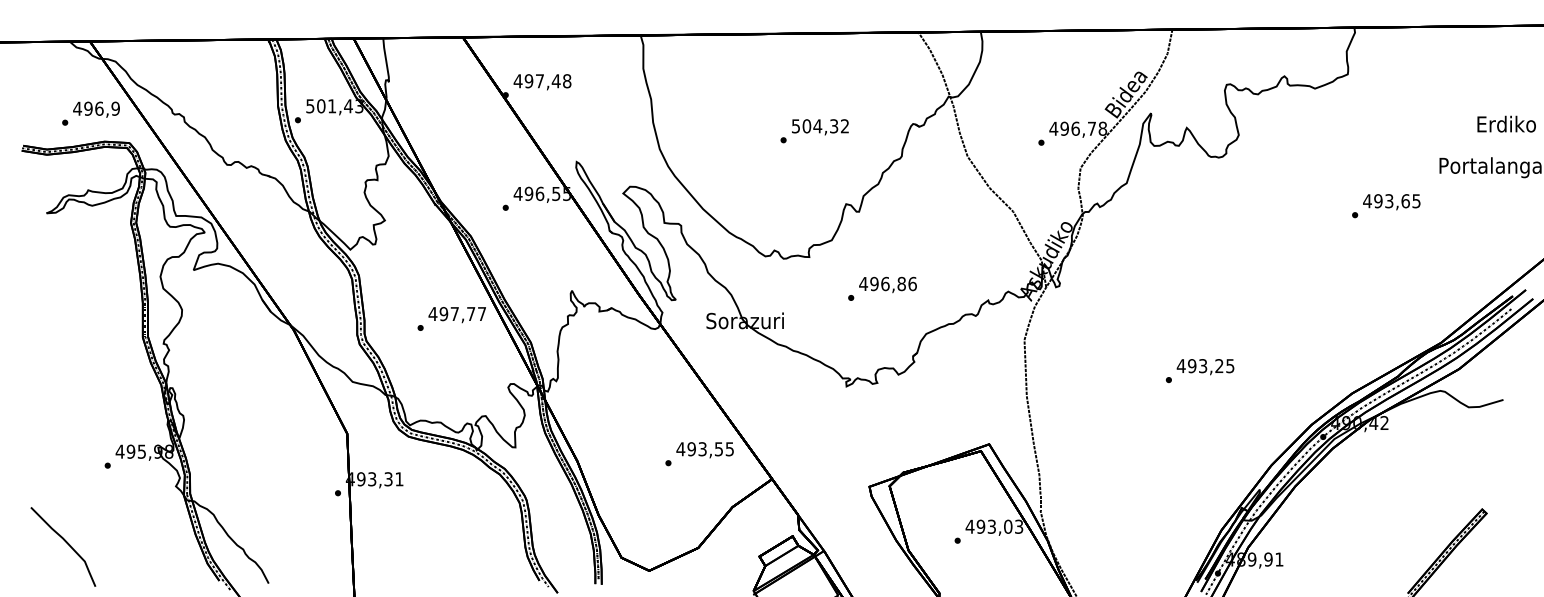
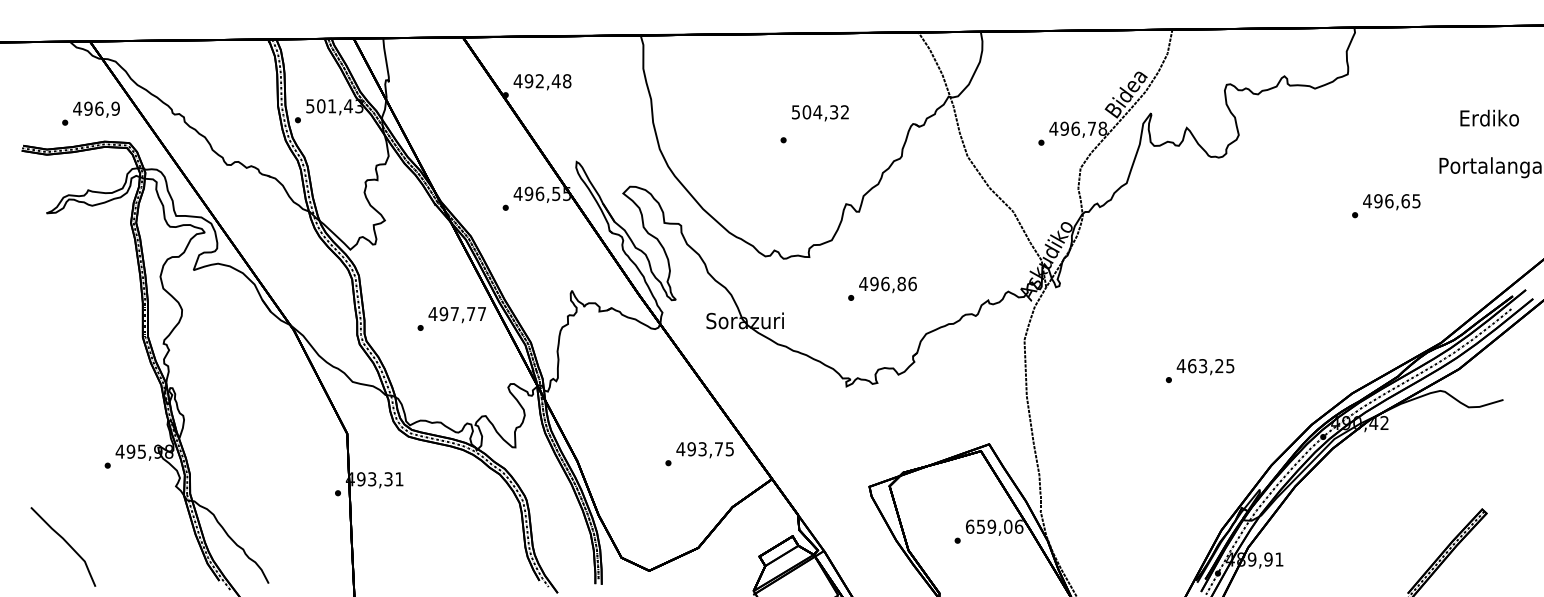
text at (539, 81): 497,48 -> 492,48
text at (1506, 123) position: (1506, 123) -> (1489, 117)
text at (820, 127) position: (820, 127) -> (820, 113)
text at (1389, 201): 493,65 -> 496,65
text at (1192, 366): 493,25 -> 463,25
text at (718, 449): 493,55 -> 493,75
text at (994, 526): 493,03 -> 659,06
